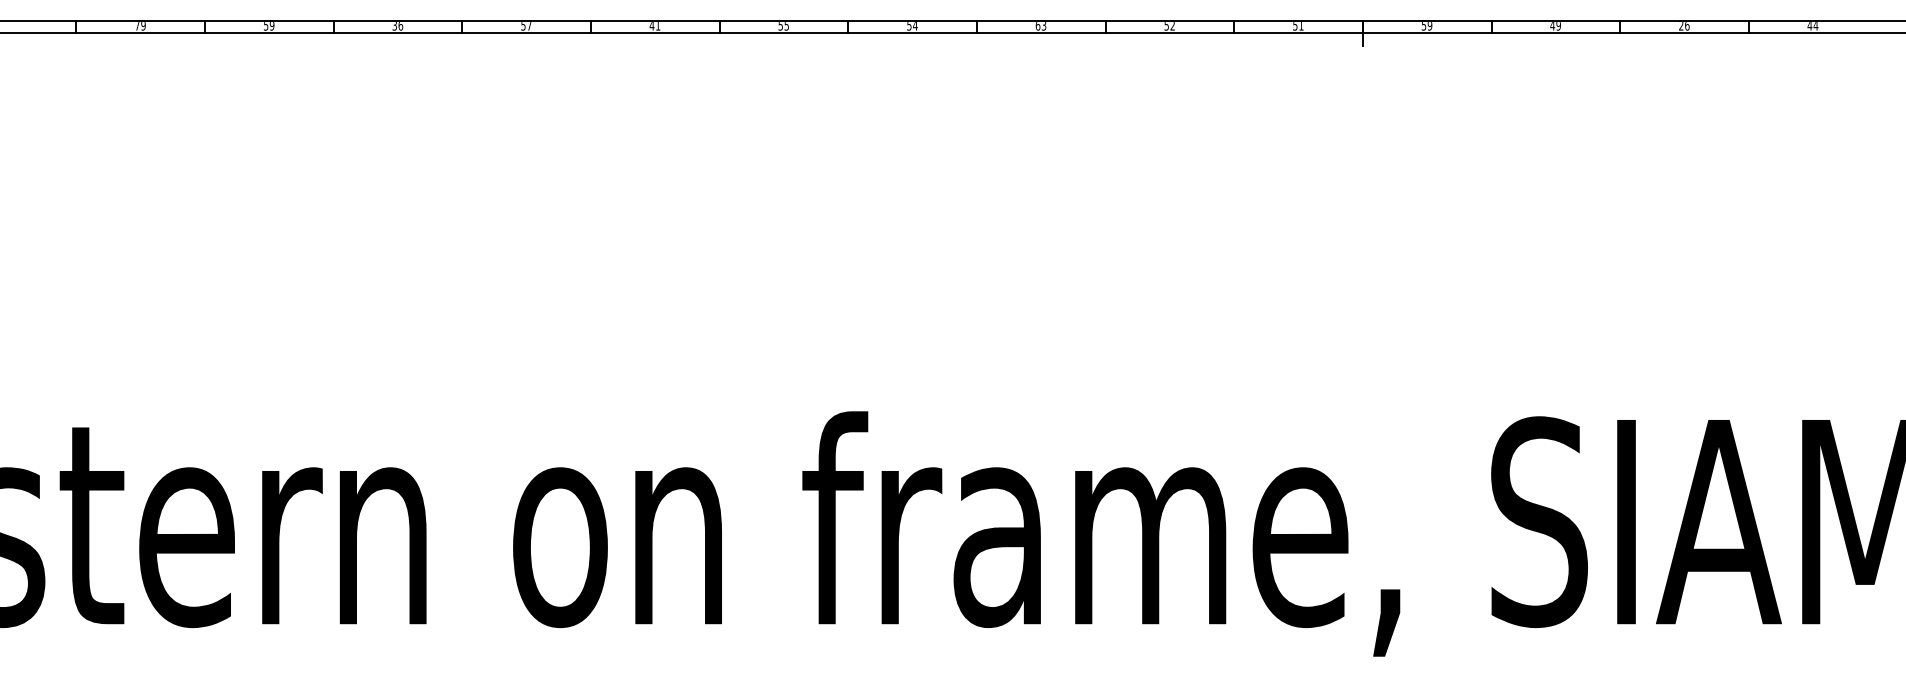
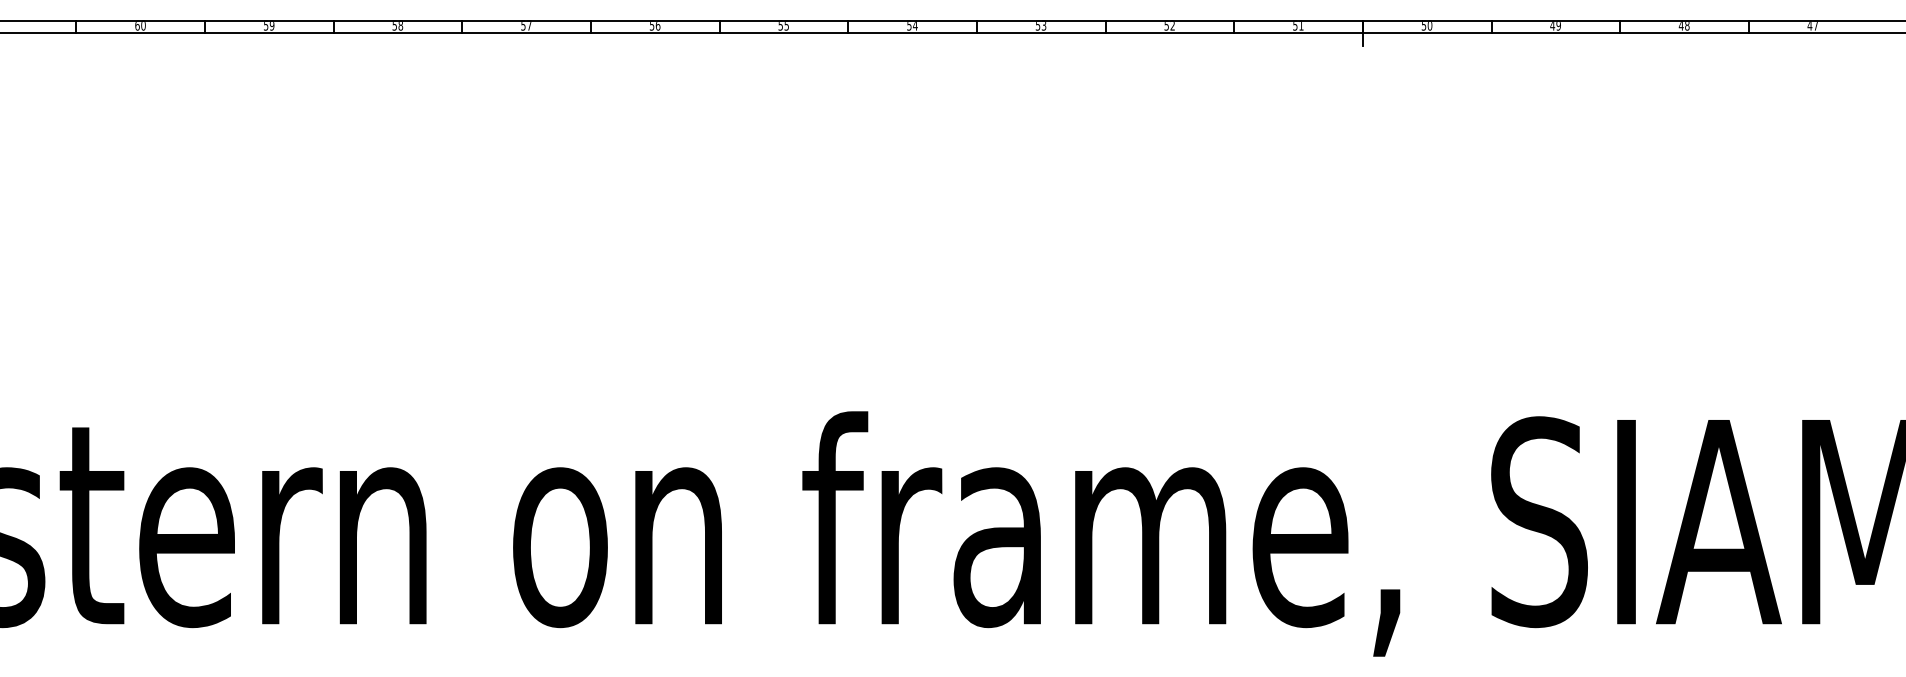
text at (140, 26): 79 -> 60
text at (397, 26): 36 -> 58
text at (654, 26): 41 -> 56
text at (1037, 26): 63 -> 53
text at (1429, 26): 59 -> 50
text at (1683, 26): 26 -> 48
text at (1815, 26): 44 -> 47
